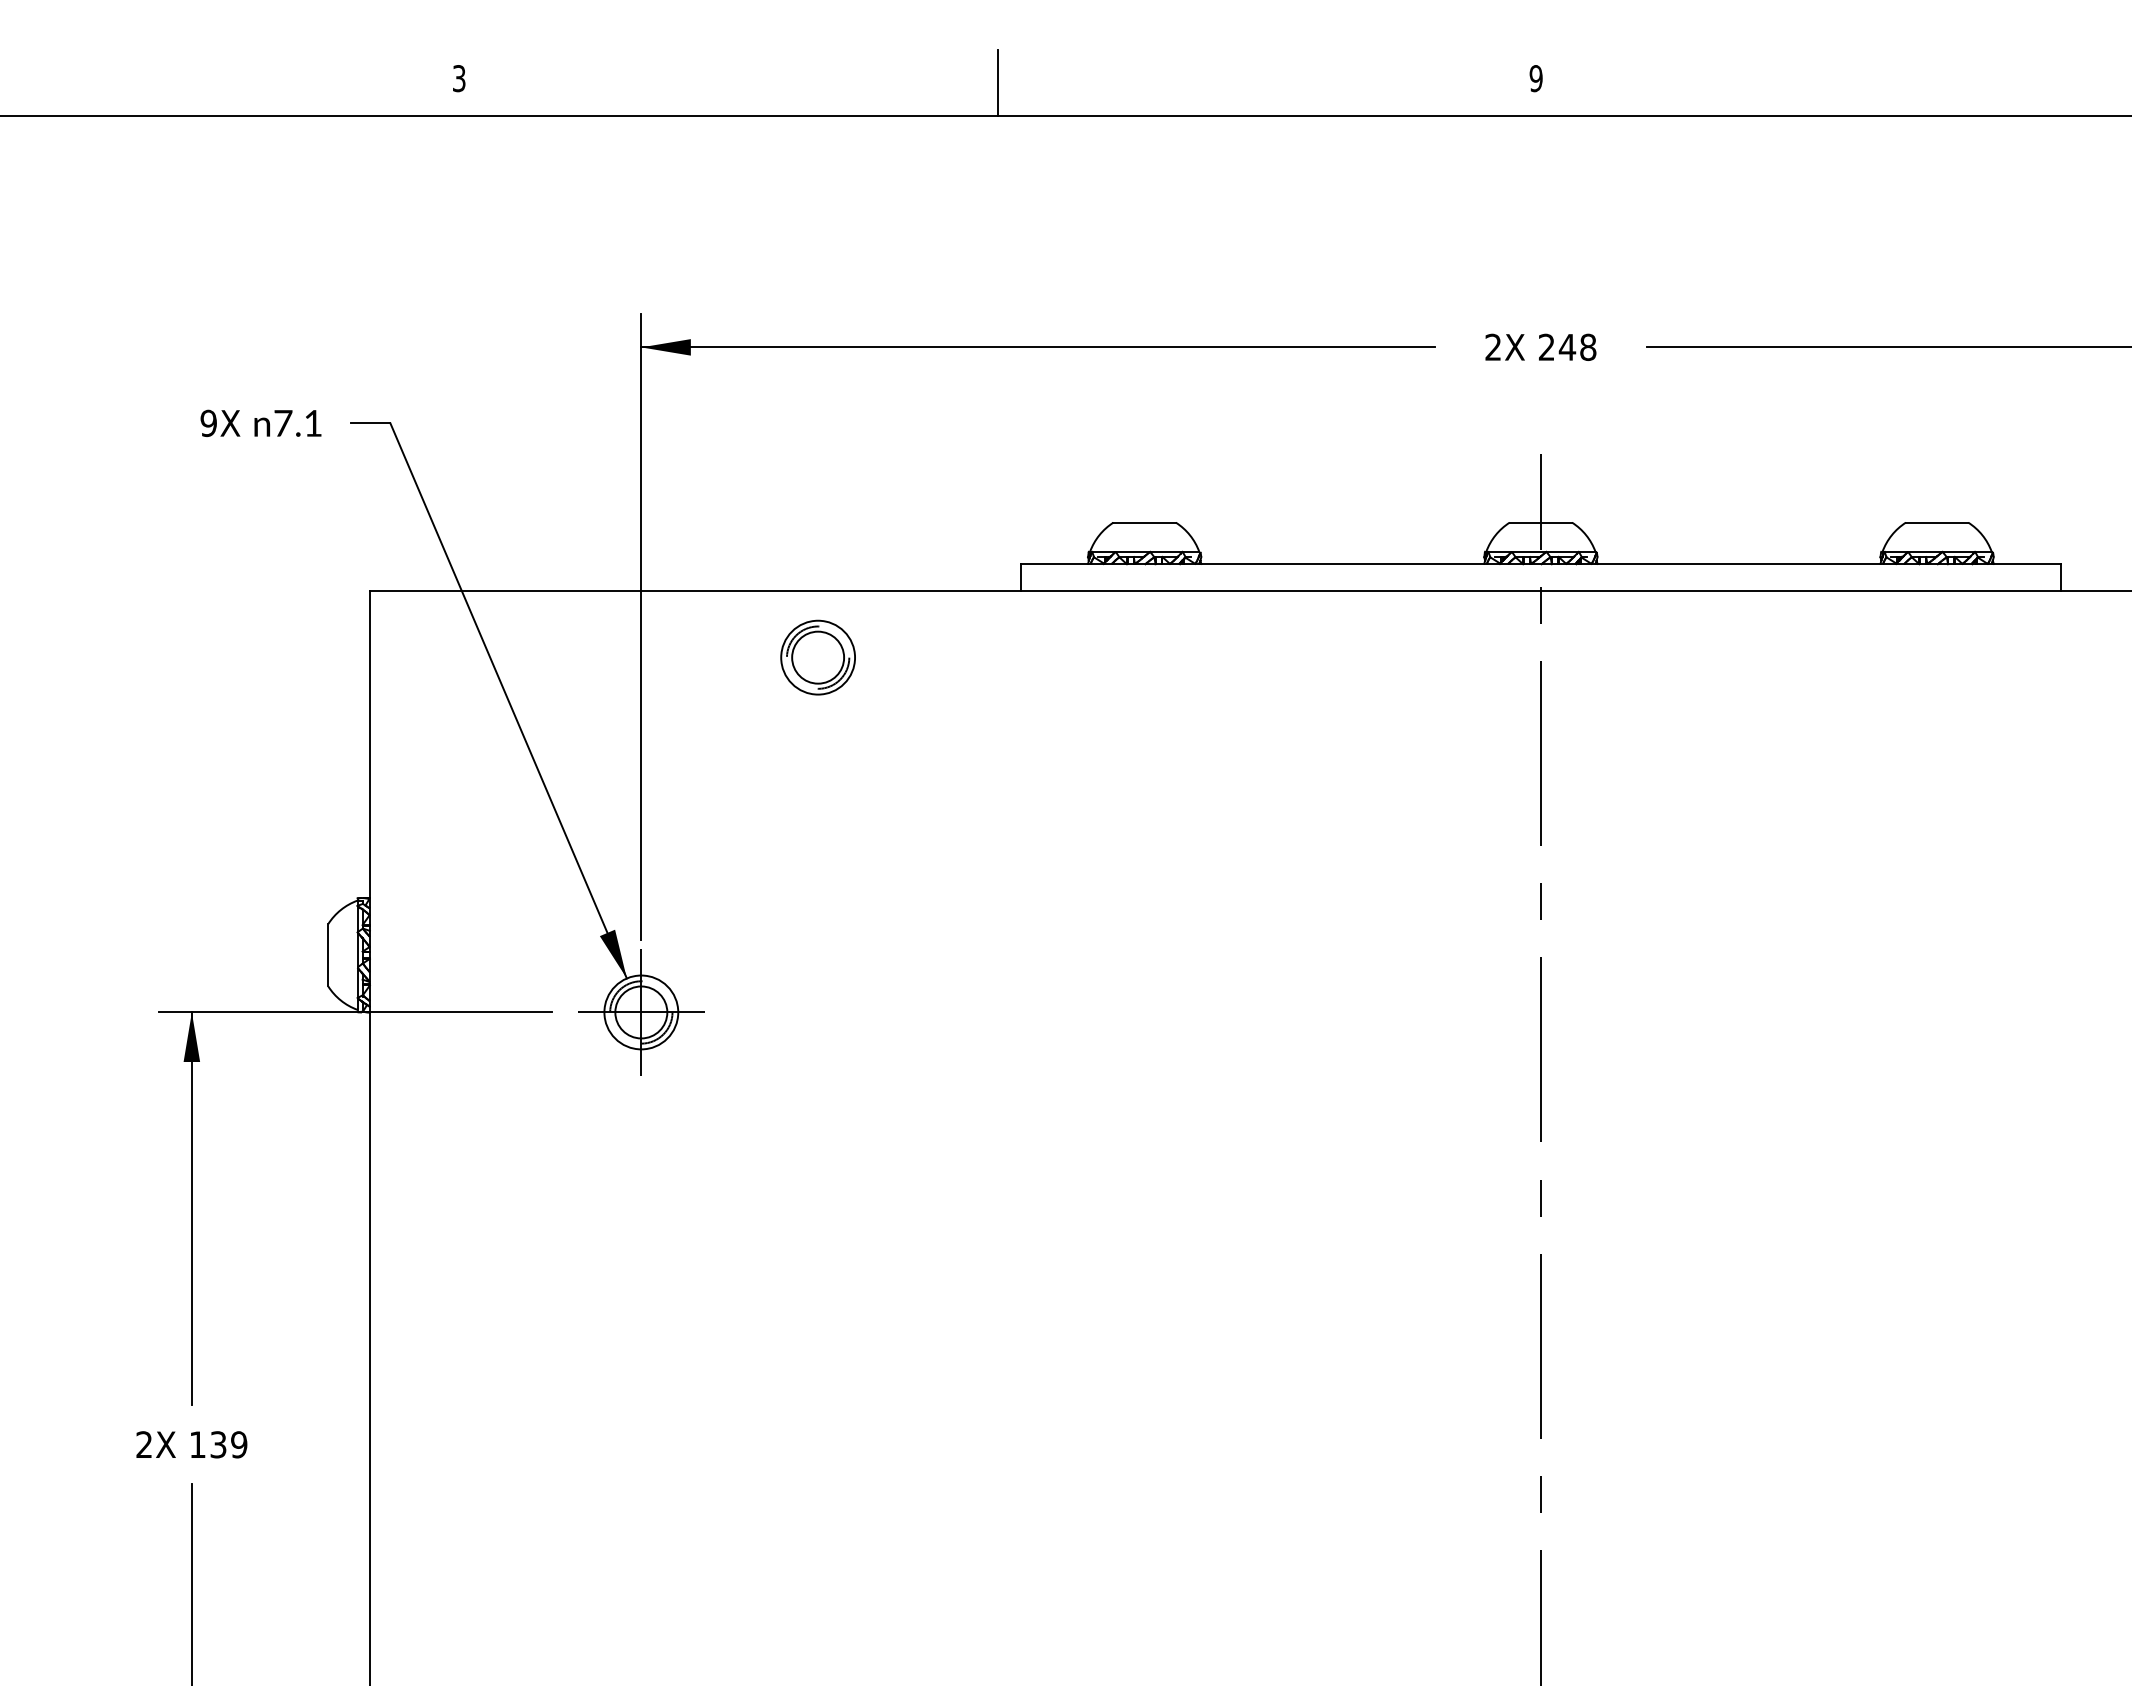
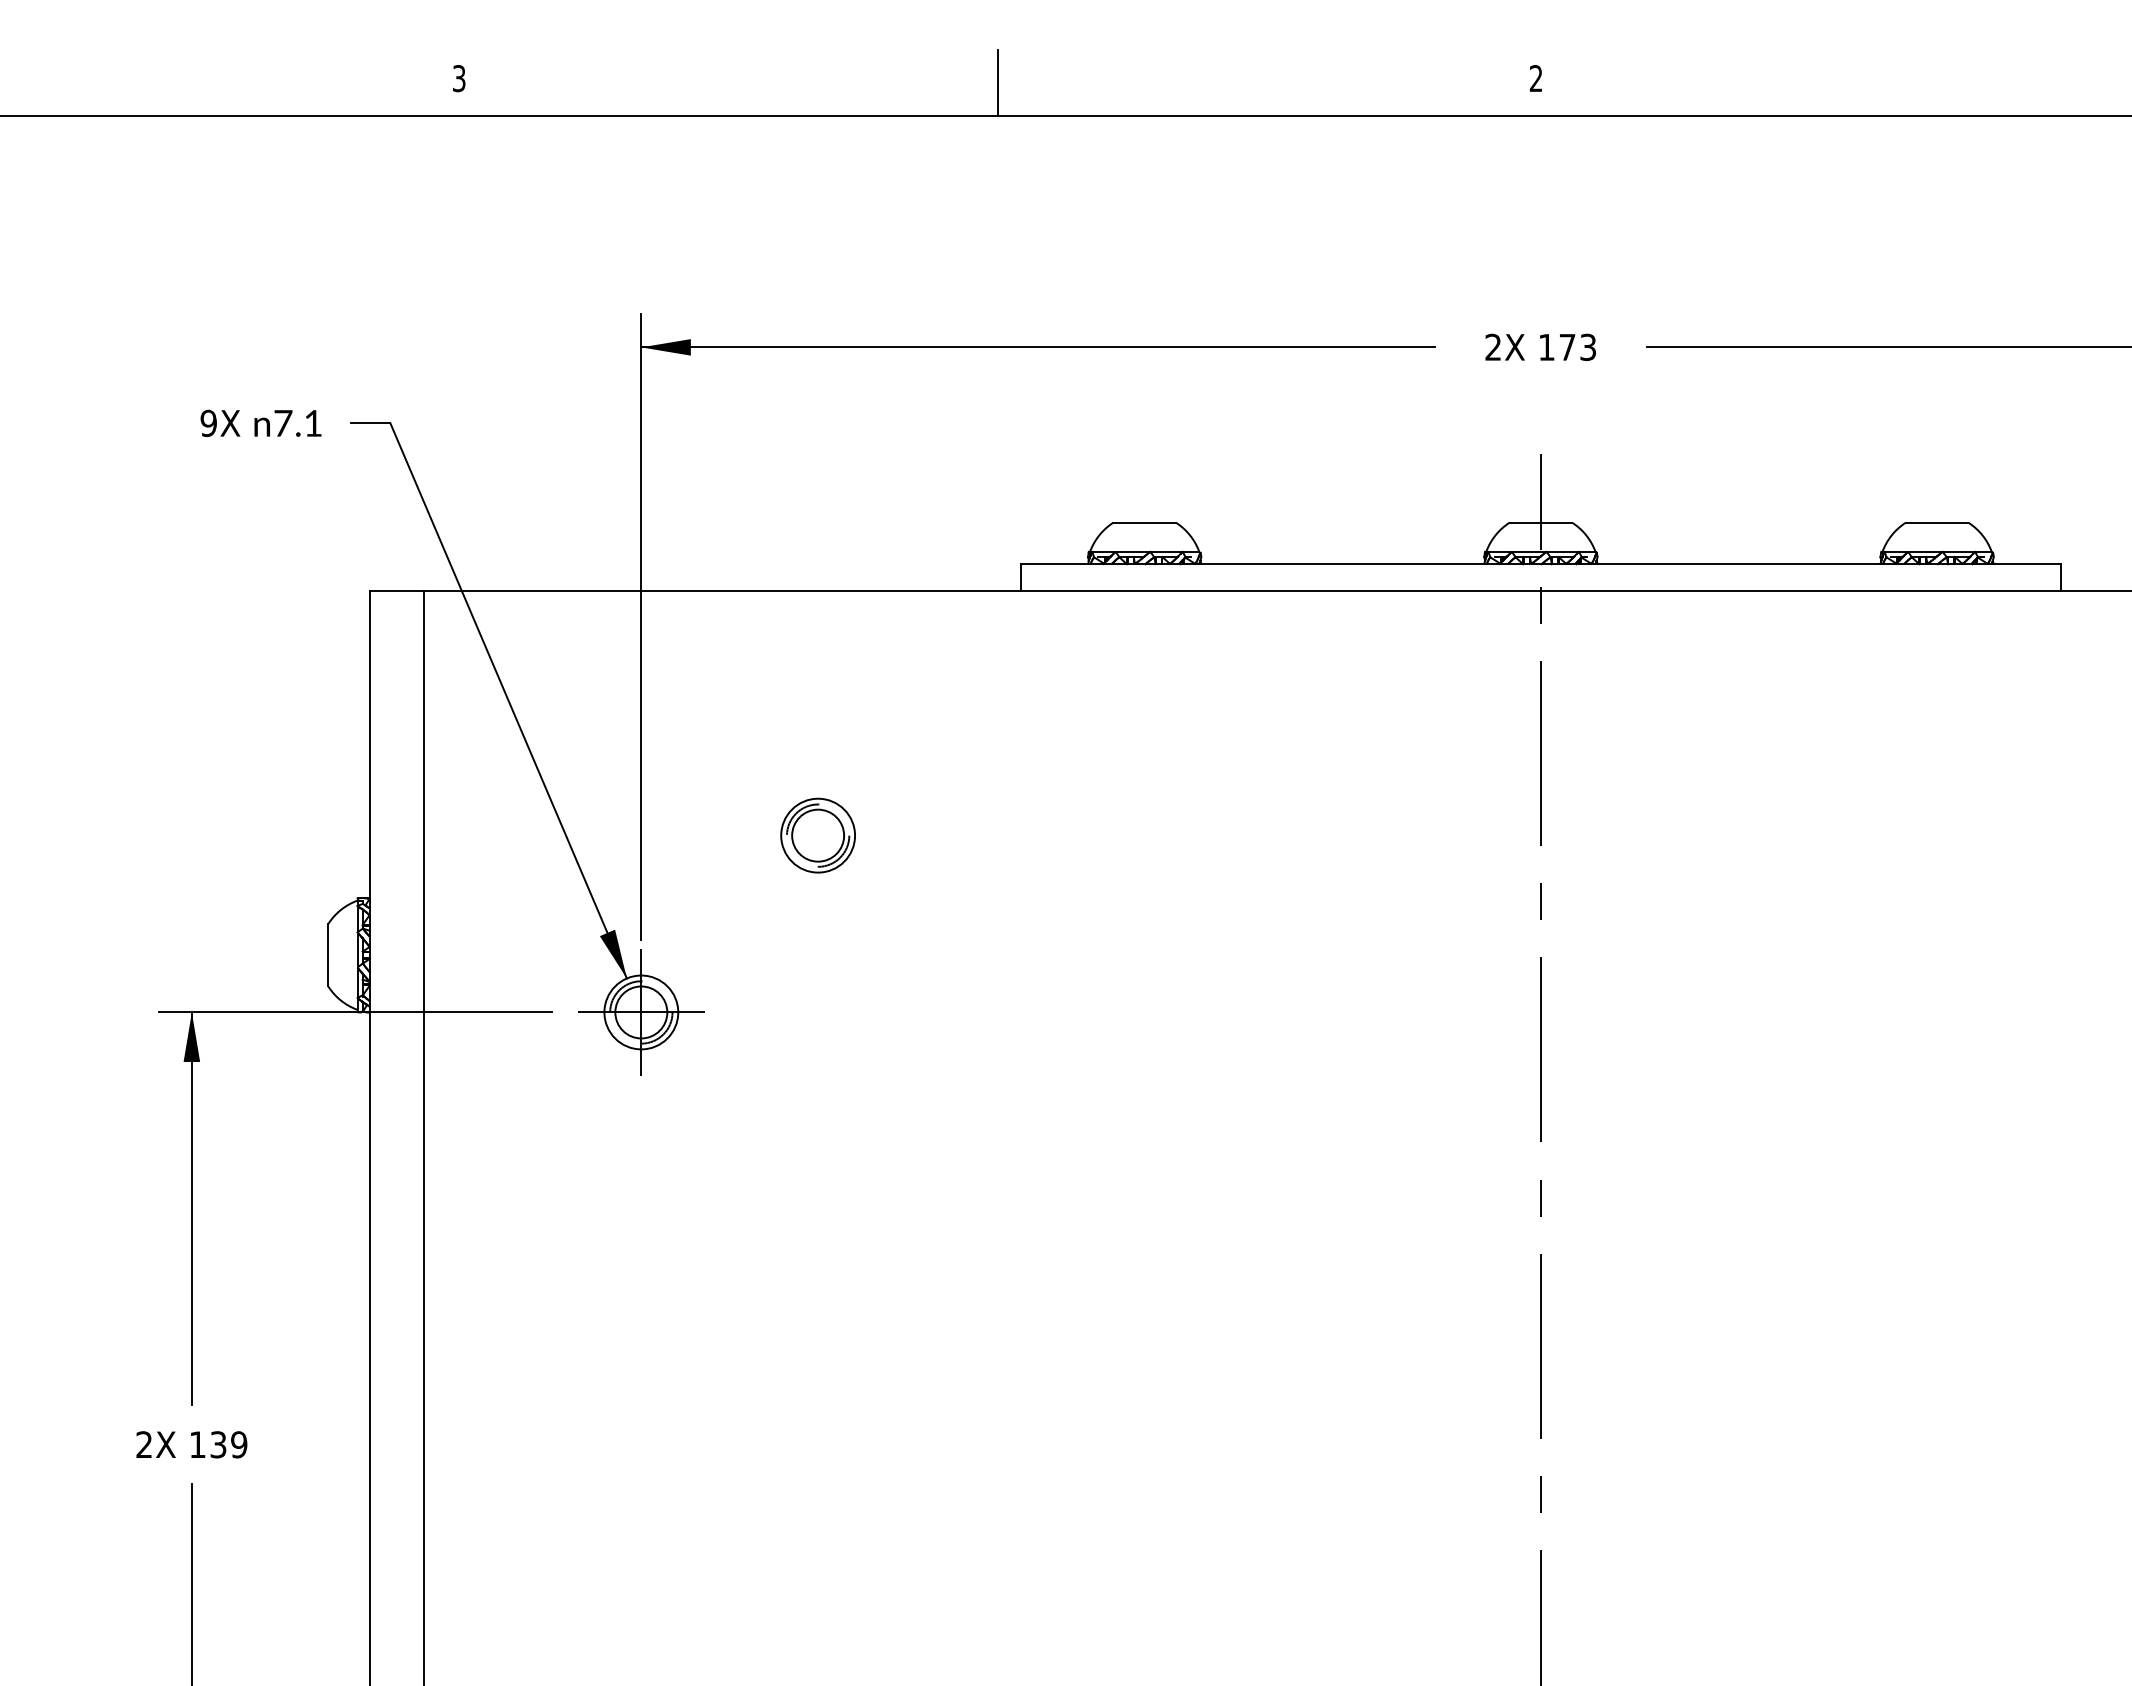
text at (1535, 78): 9 -> 2
text at (1567, 346): 248 -> 173
part at (817, 657) position: (817, 657) -> (817, 835)
line at (423, 1136): none -> present
